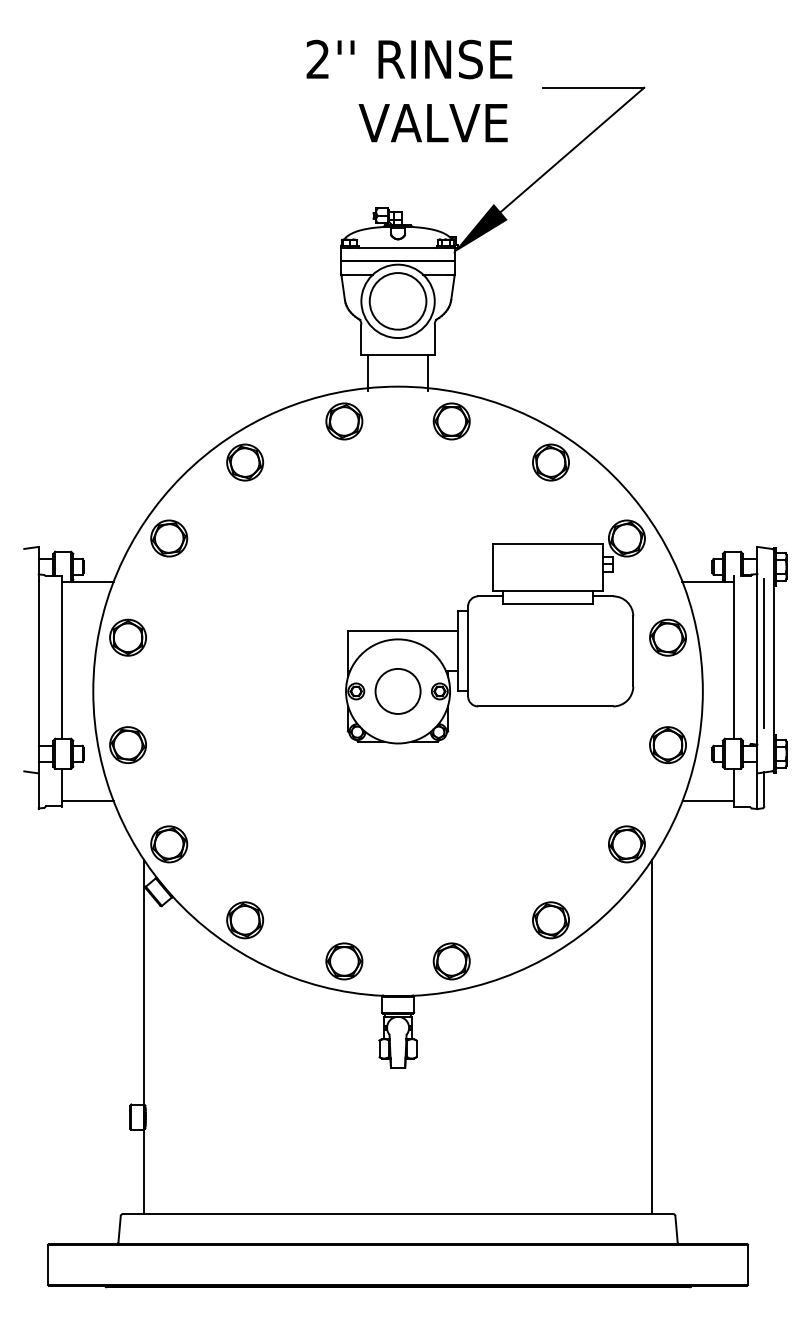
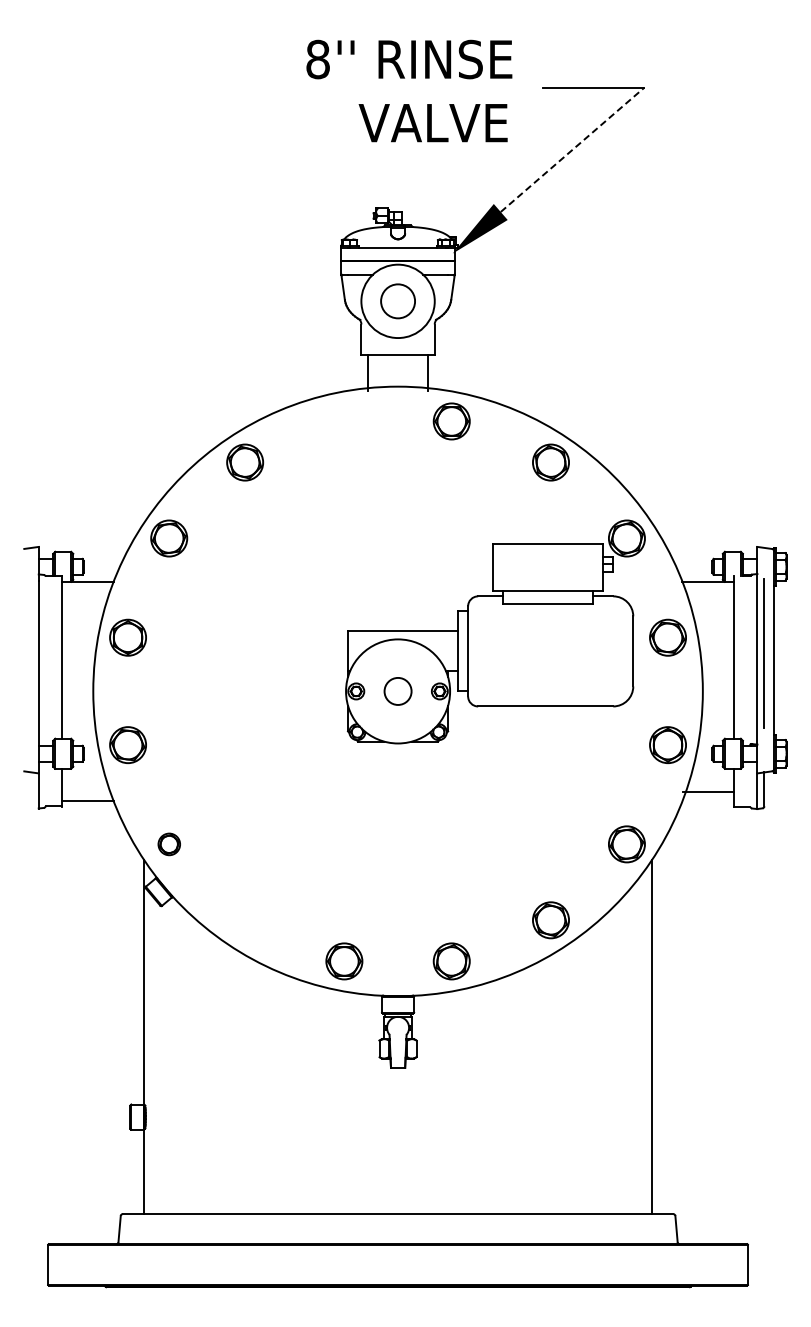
text at (317, 59): 2'' -> 8''
line at (572, 149): solid -> dashed
circle at (397, 301) diameter: 57 px -> 34 px
part at (344, 421): present -> none
circle at (397, 690) diameter: 45 px -> 27 px
line at (707, 801) position: (707, 801) -> (707, 792)
part at (169, 844) size: 39x39 px -> 24x25 px
part at (245, 920): present -> none
